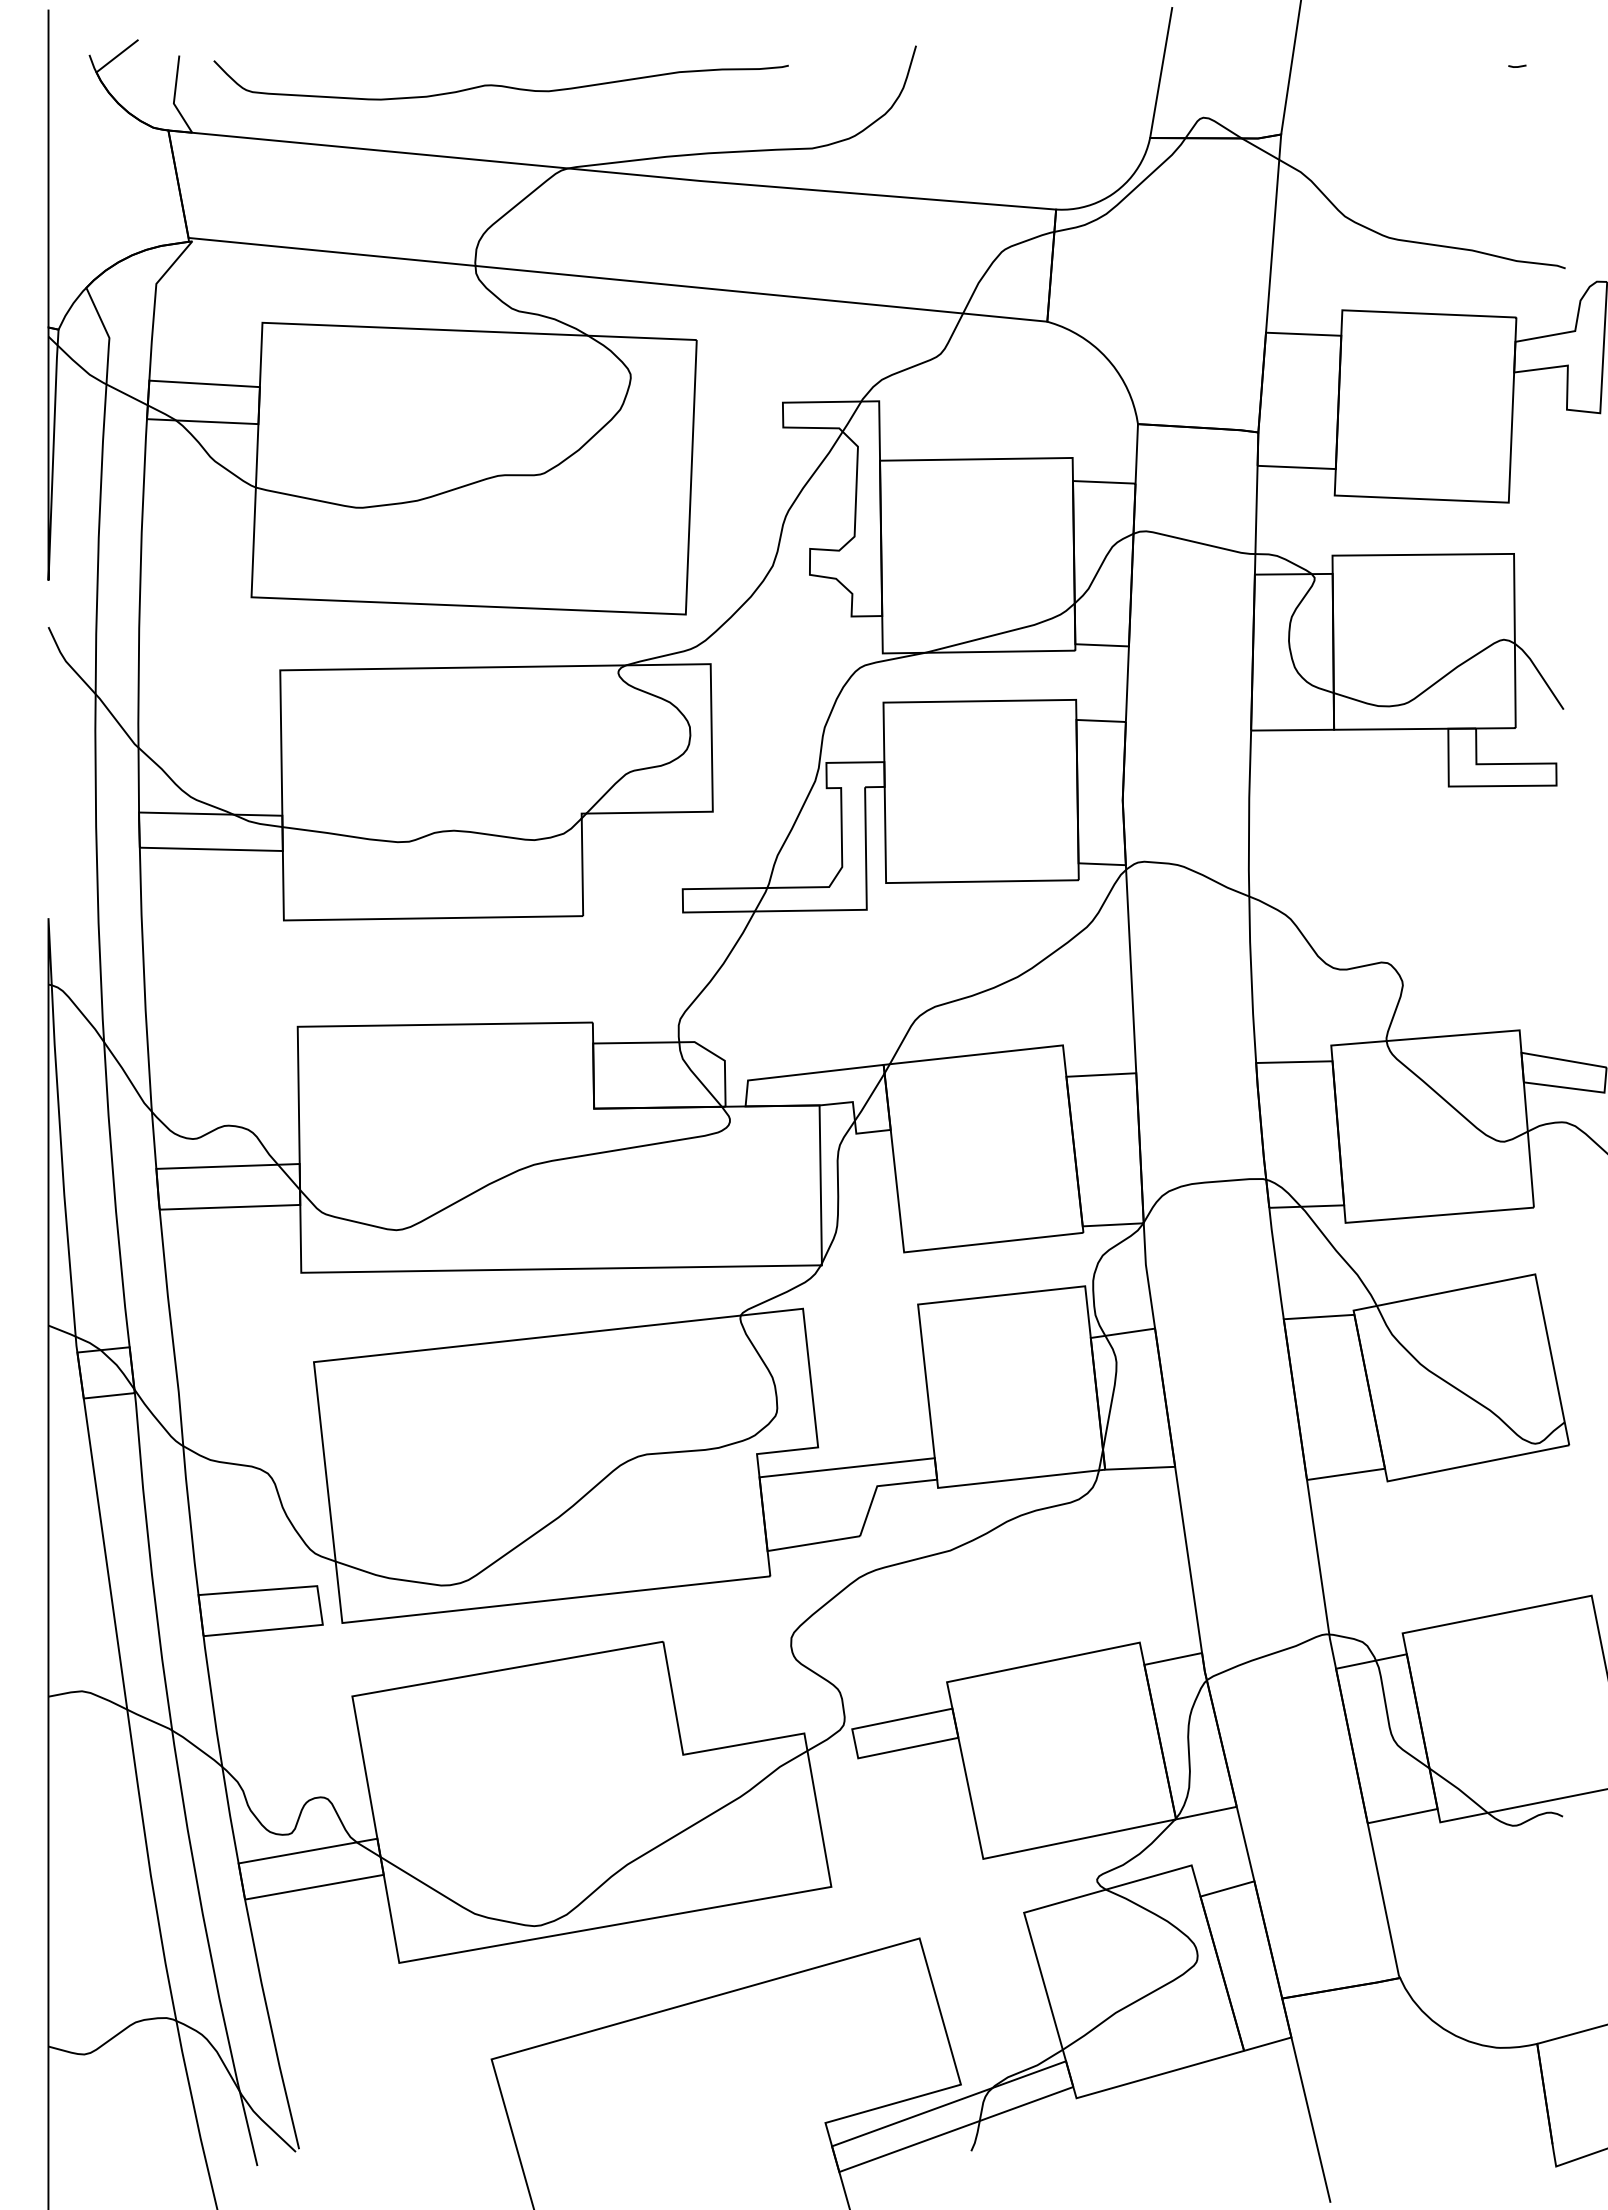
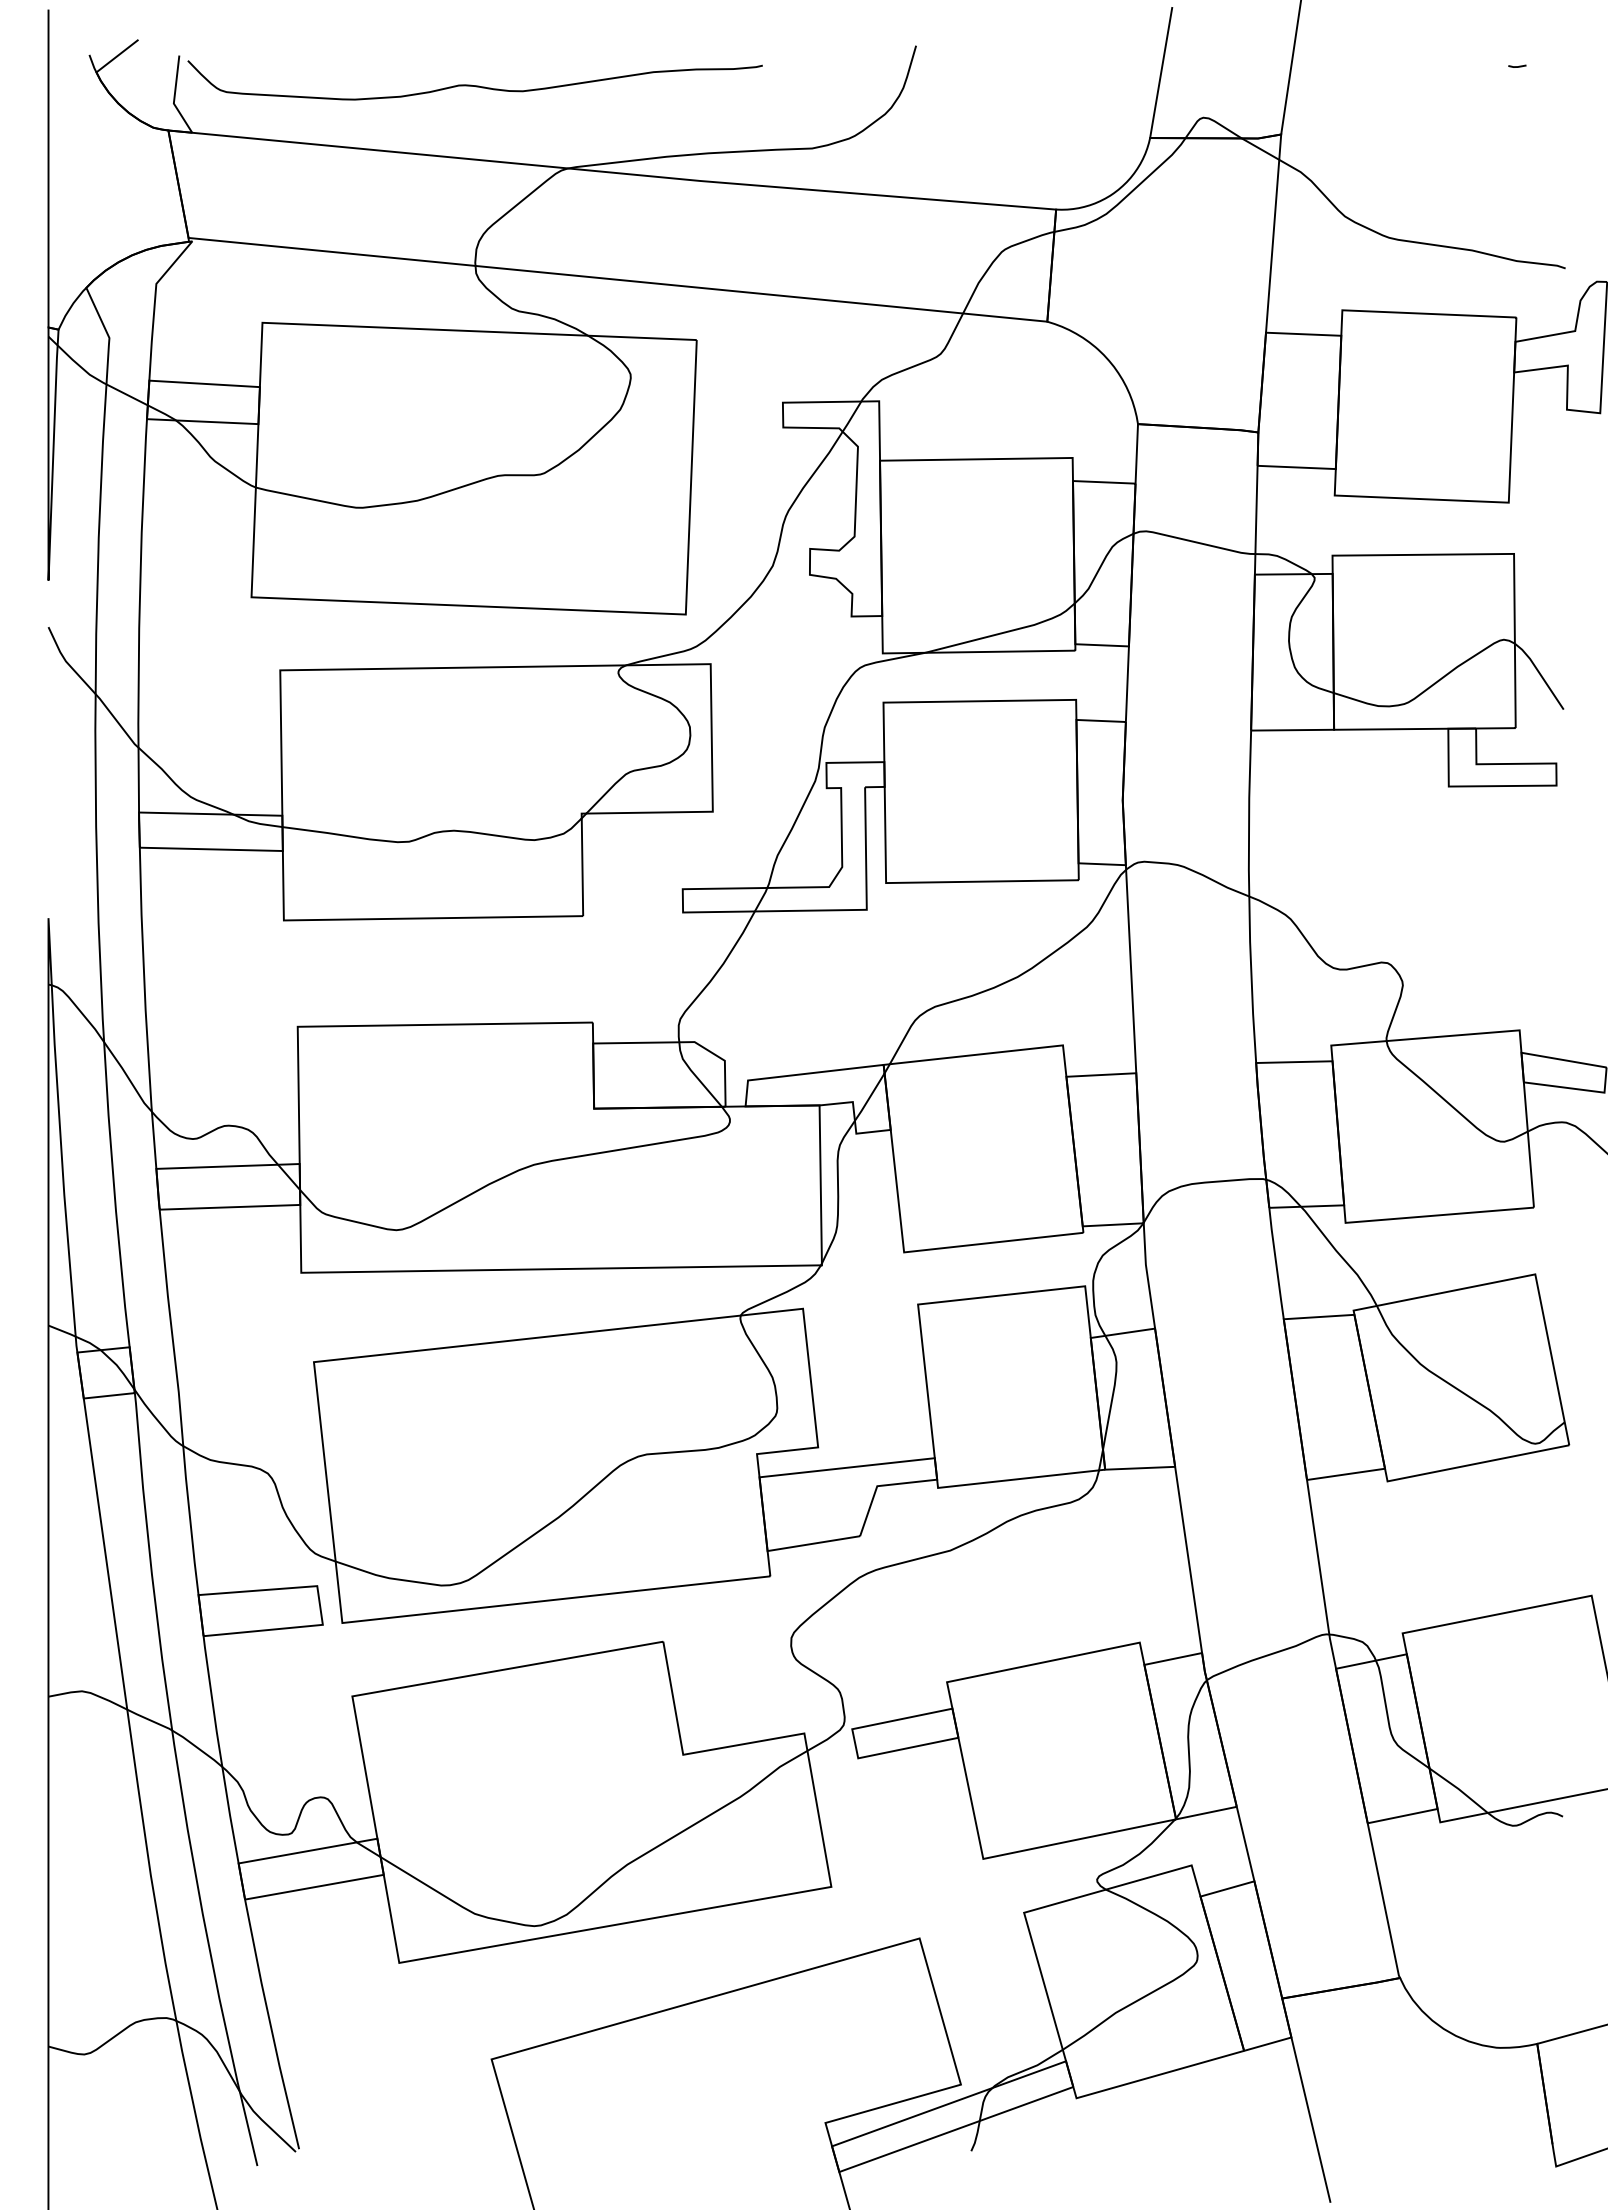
curve at (497, 84) position: (497, 84) -> (471, 84)
